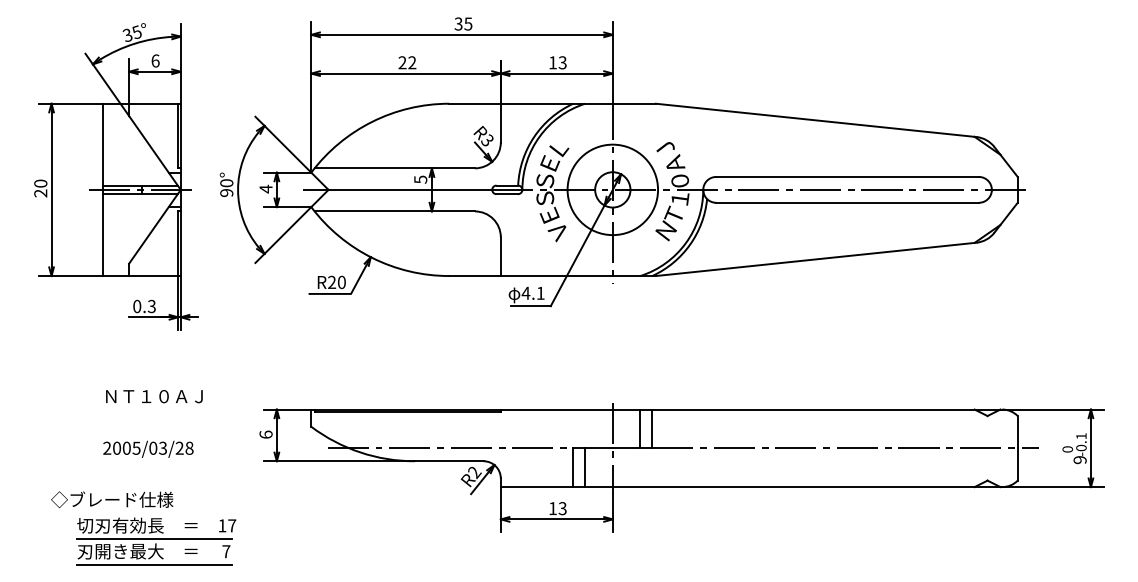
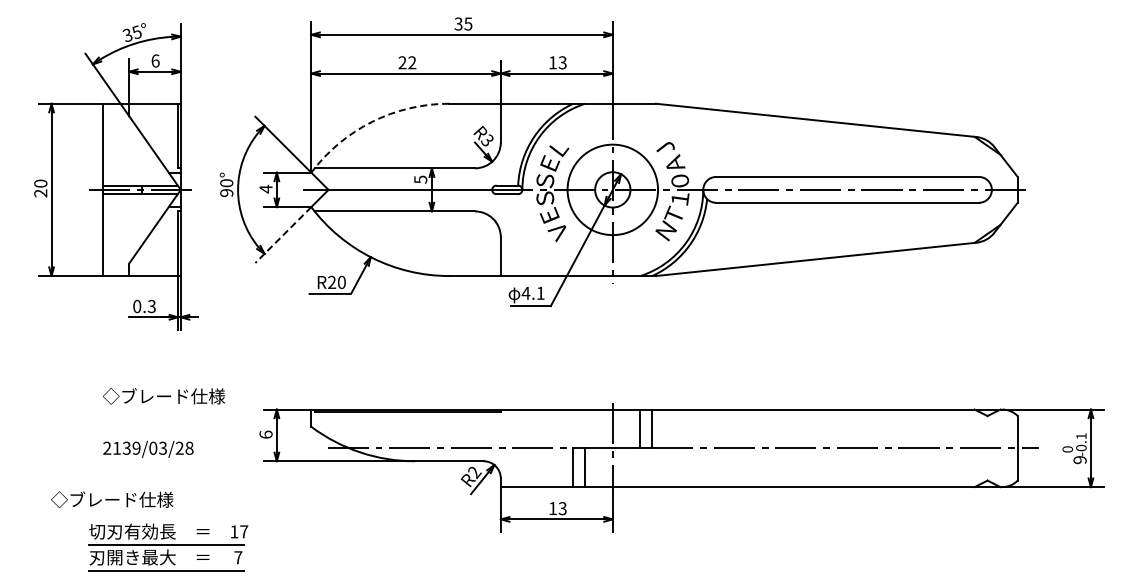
arc at (372, 121): solid -> dashed
line at (283, 235): solid -> dashed
text at (163, 396): ＮＴ１０ＡＪ -> ◇ブレード仕様
text at (126, 447): 2005/03/28 -> 2139/03/28
part at (156, 541) position: (156, 541) -> (168, 547)
